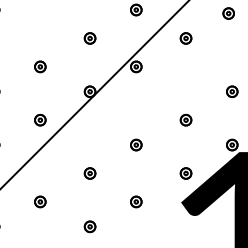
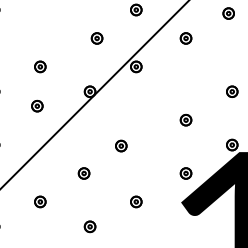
part at (89, 38) position: (89, 38) -> (96, 38)
part at (40, 119) position: (40, 119) -> (37, 105)
part at (136, 144) position: (136, 144) -> (121, 145)
part at (89, 173) position: (89, 173) -> (83, 173)
